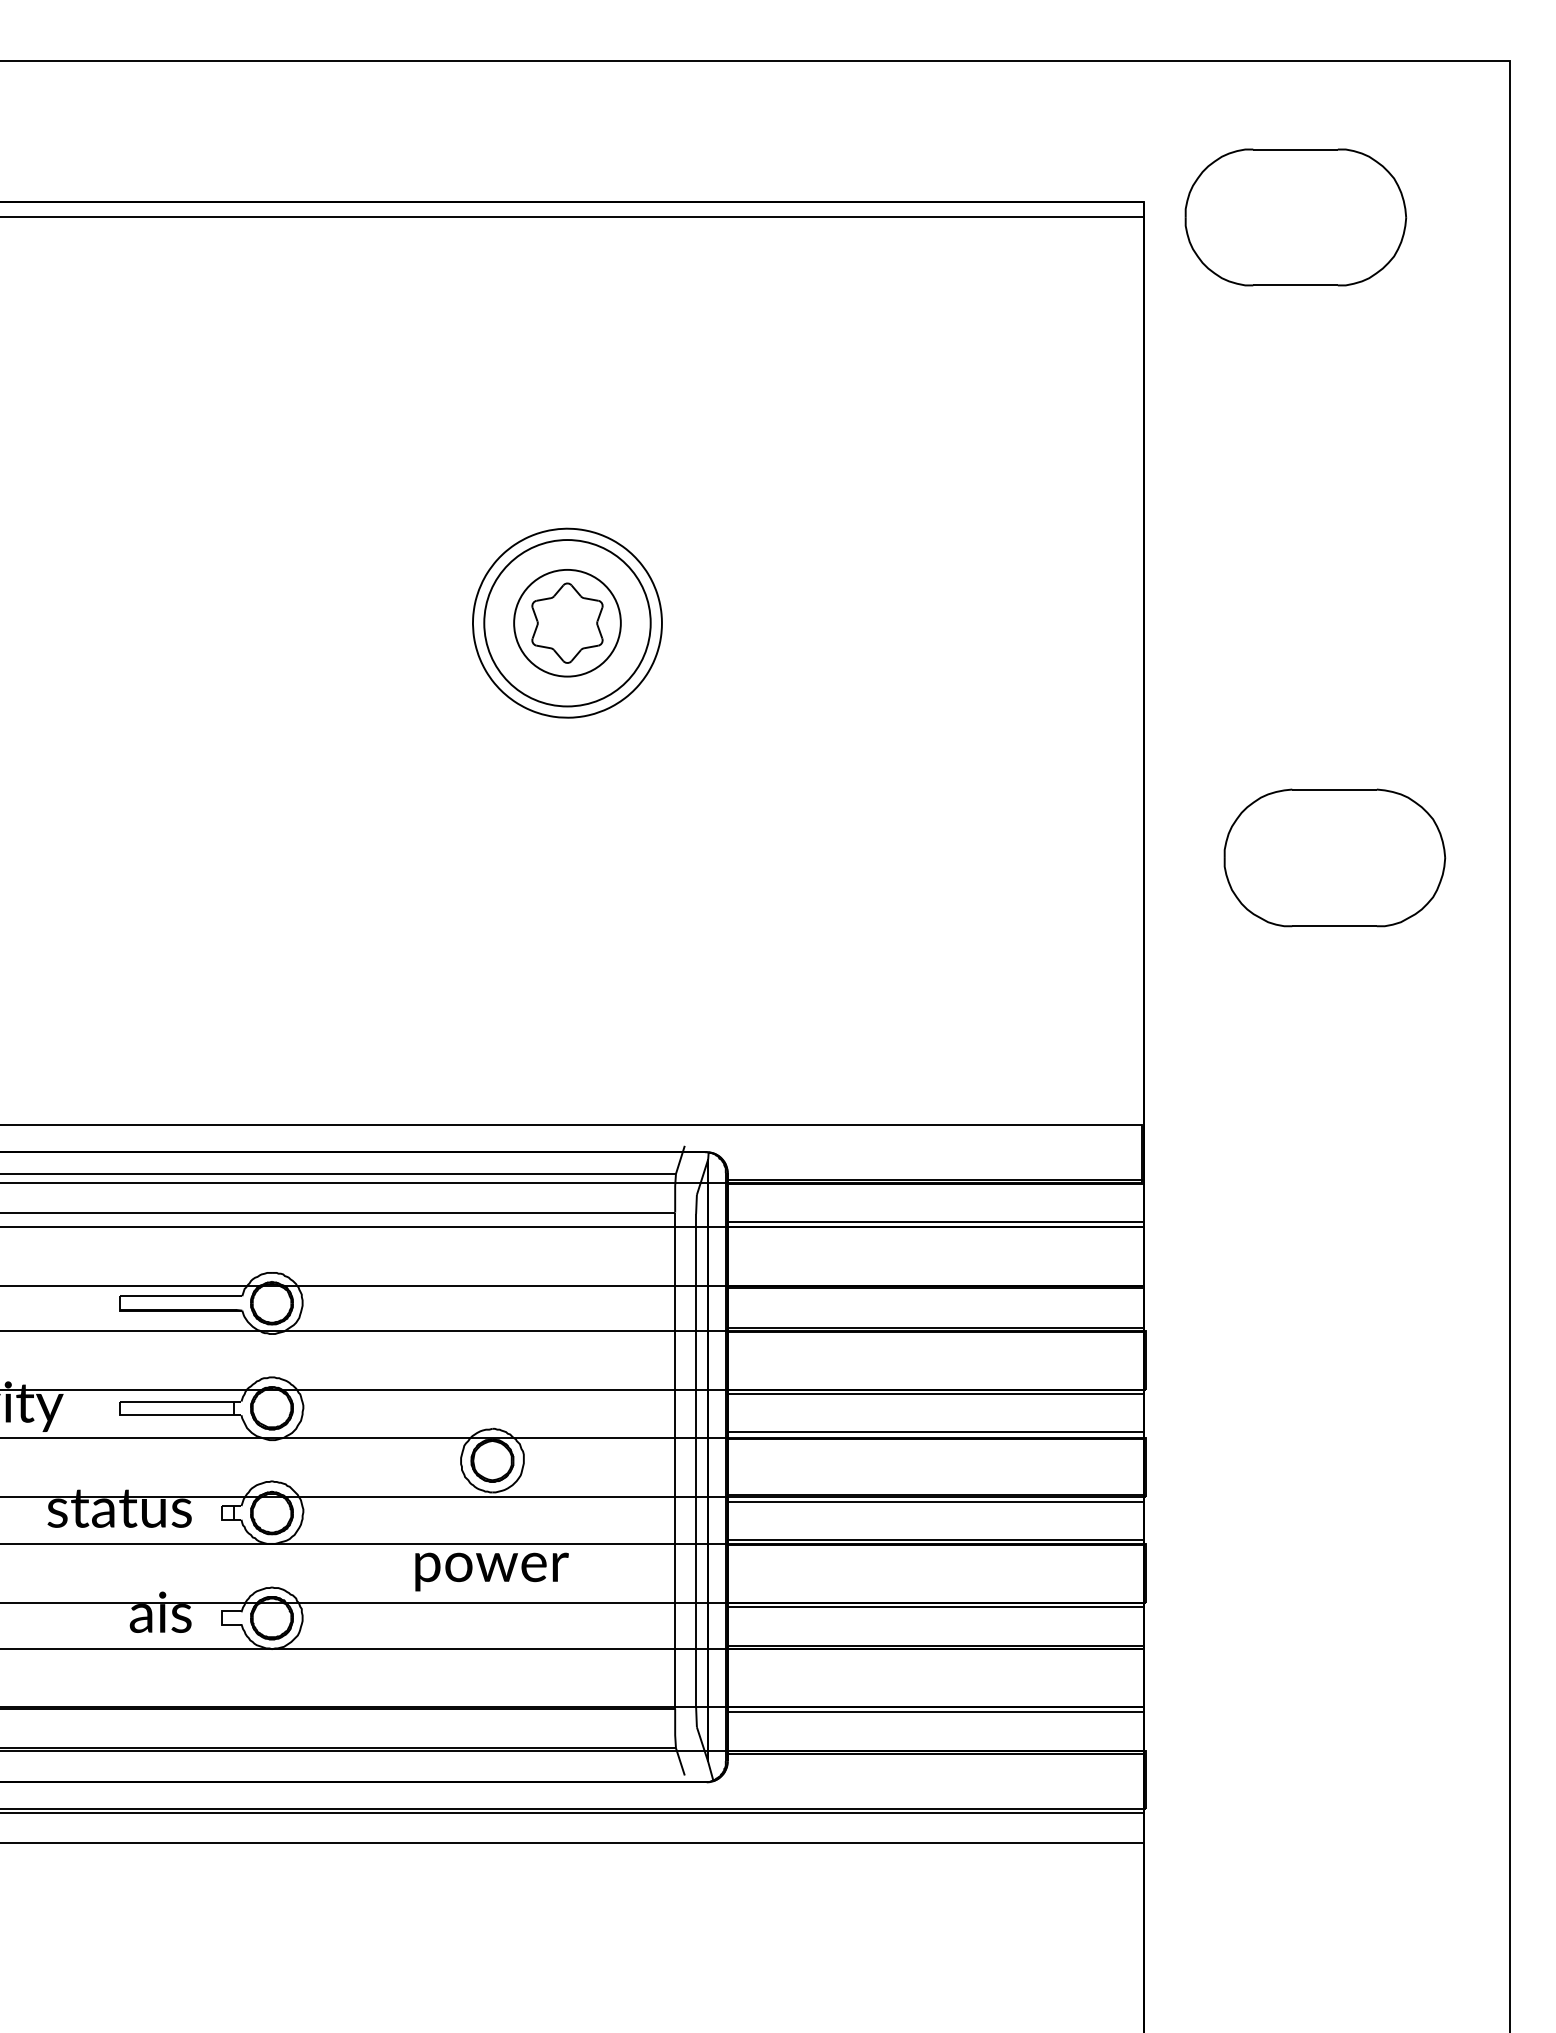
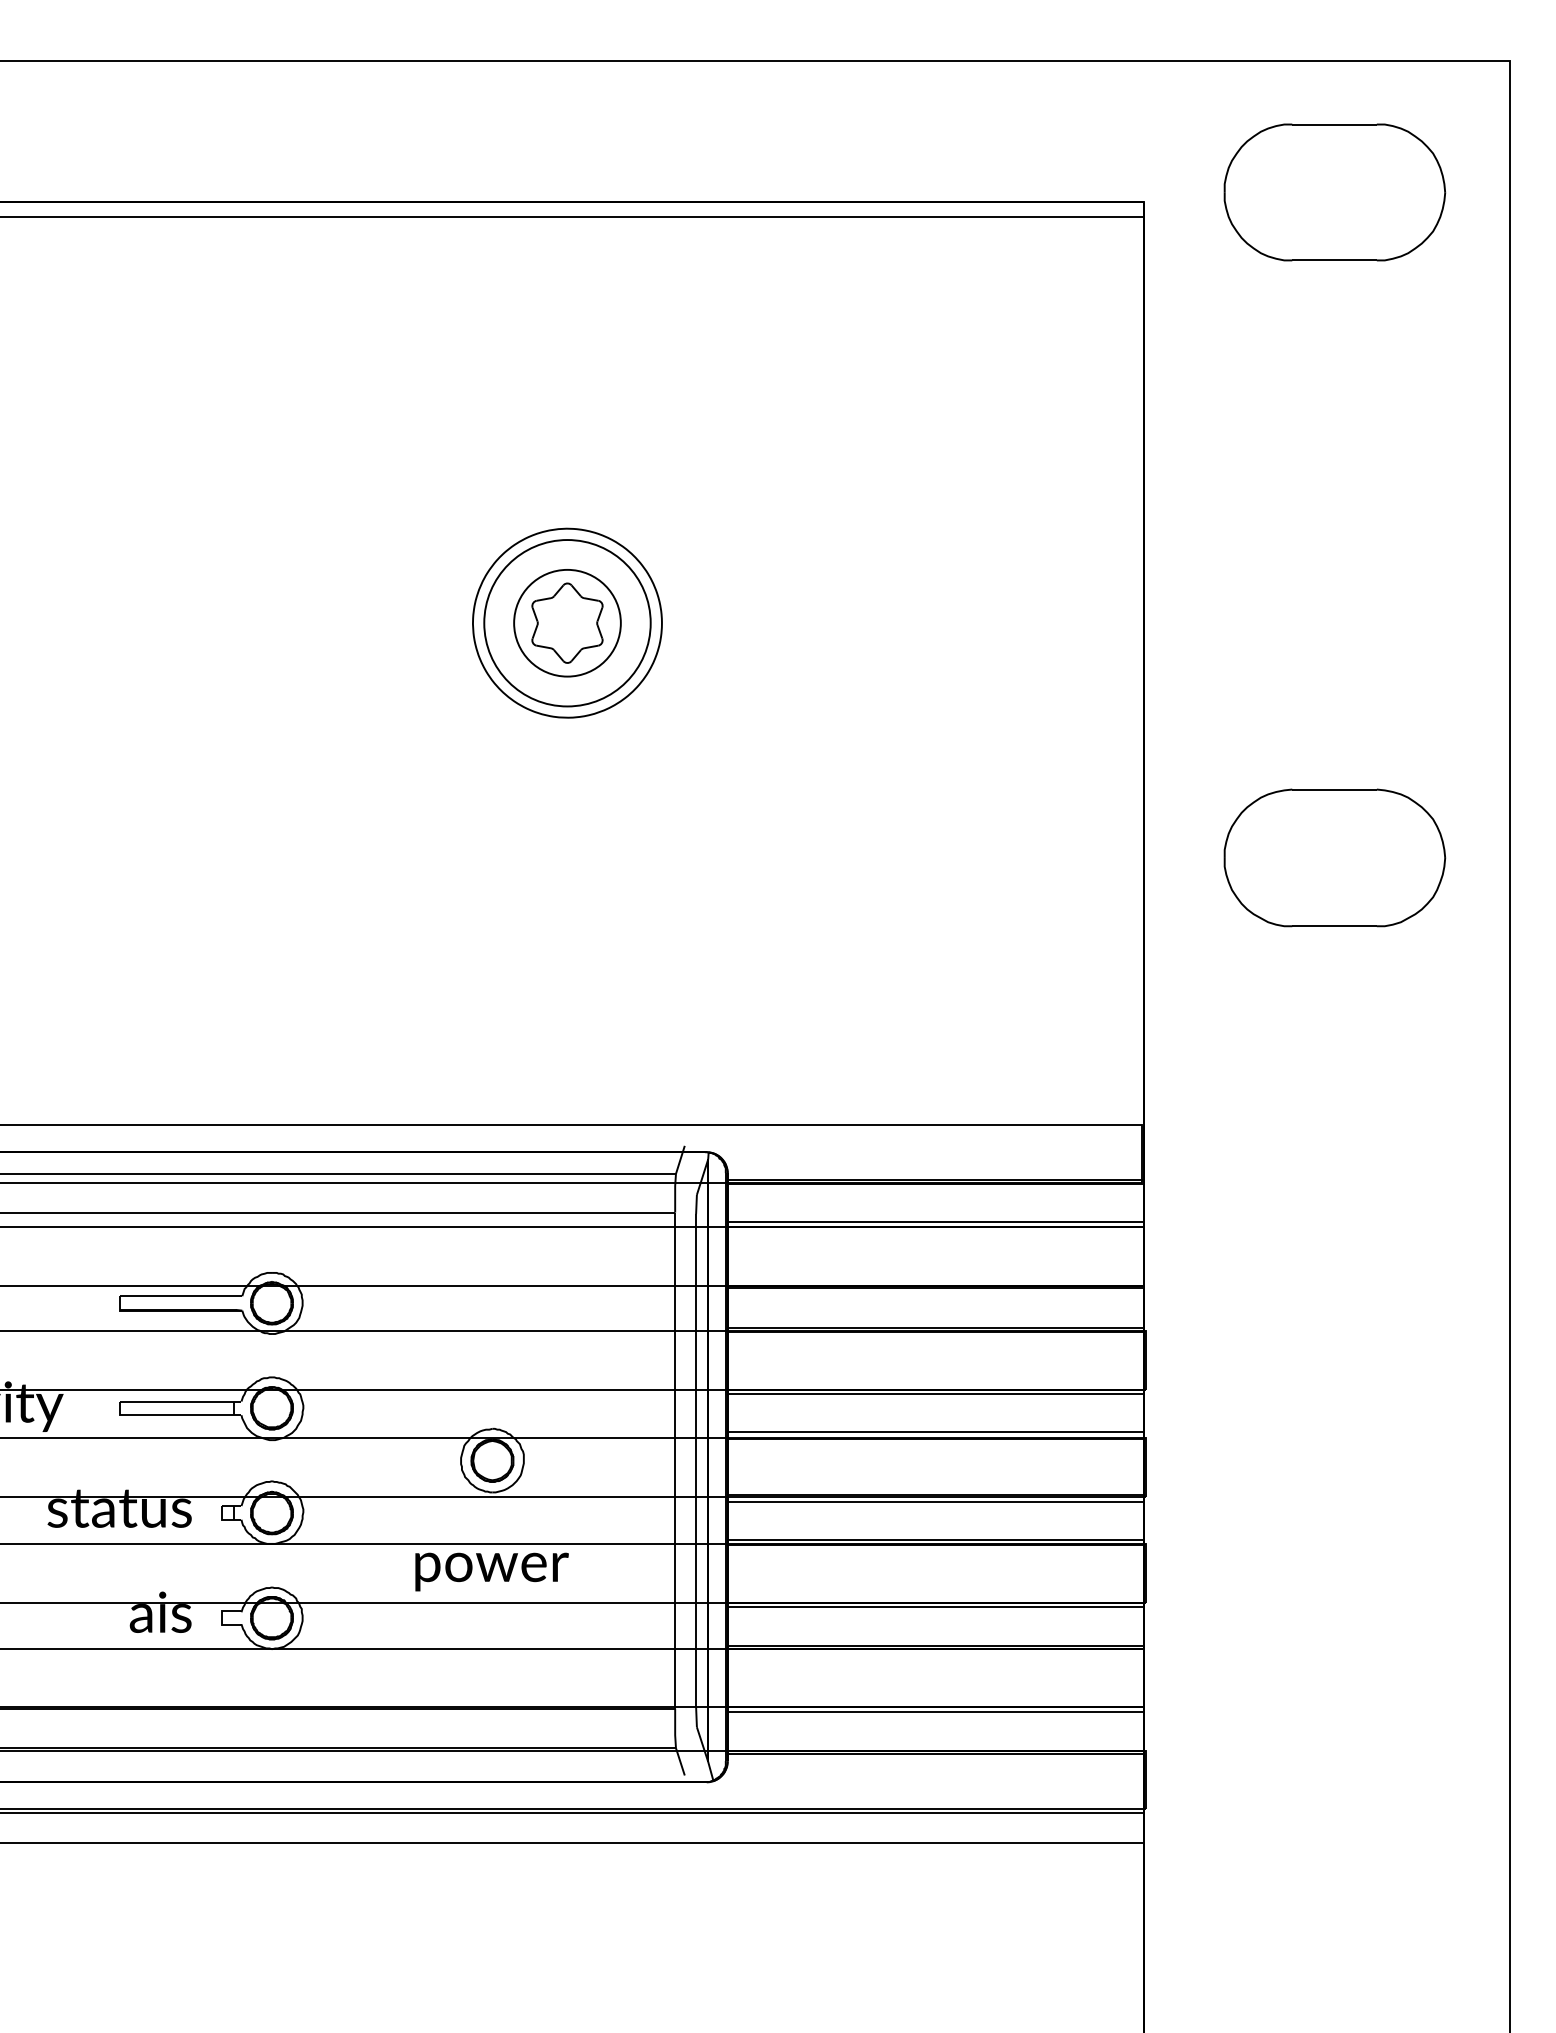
part at (1295, 217) position: (1295, 217) -> (1334, 192)
